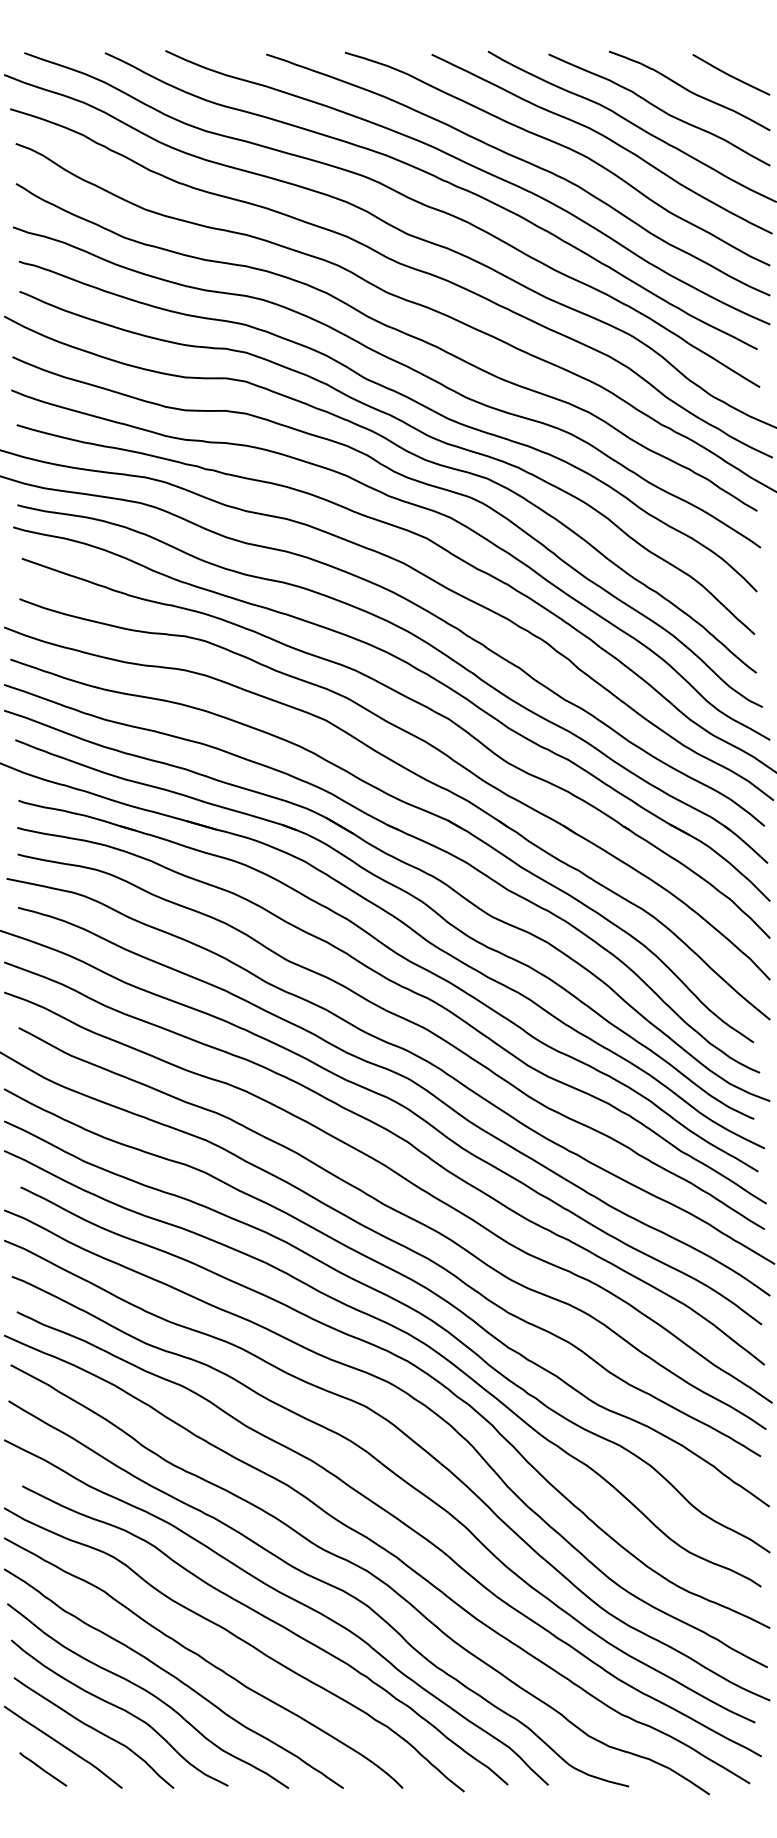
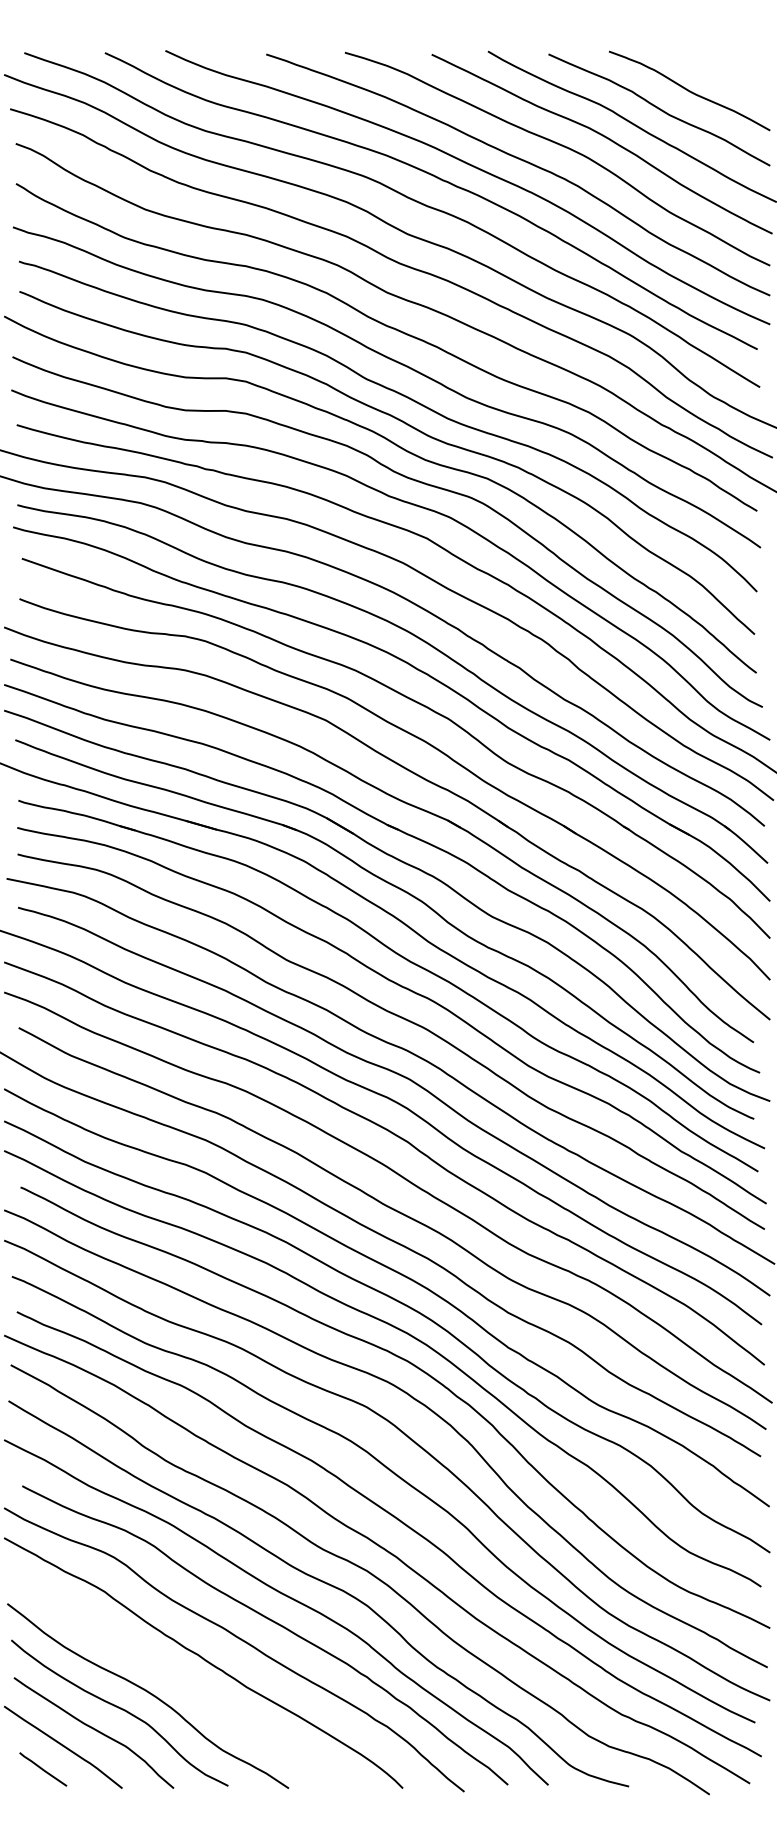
line at (730, 74): present -> none
curve at (173, 1677): present -> none
